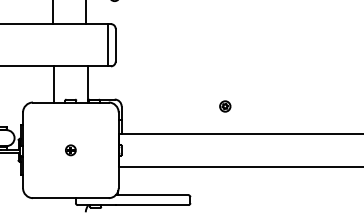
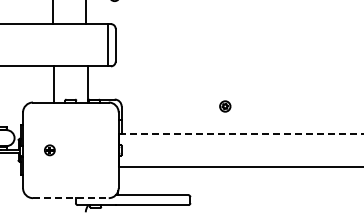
line at (241, 133): solid -> dashed
part at (70, 150) position: (70, 150) -> (49, 150)
line at (70, 198): solid -> dashed
